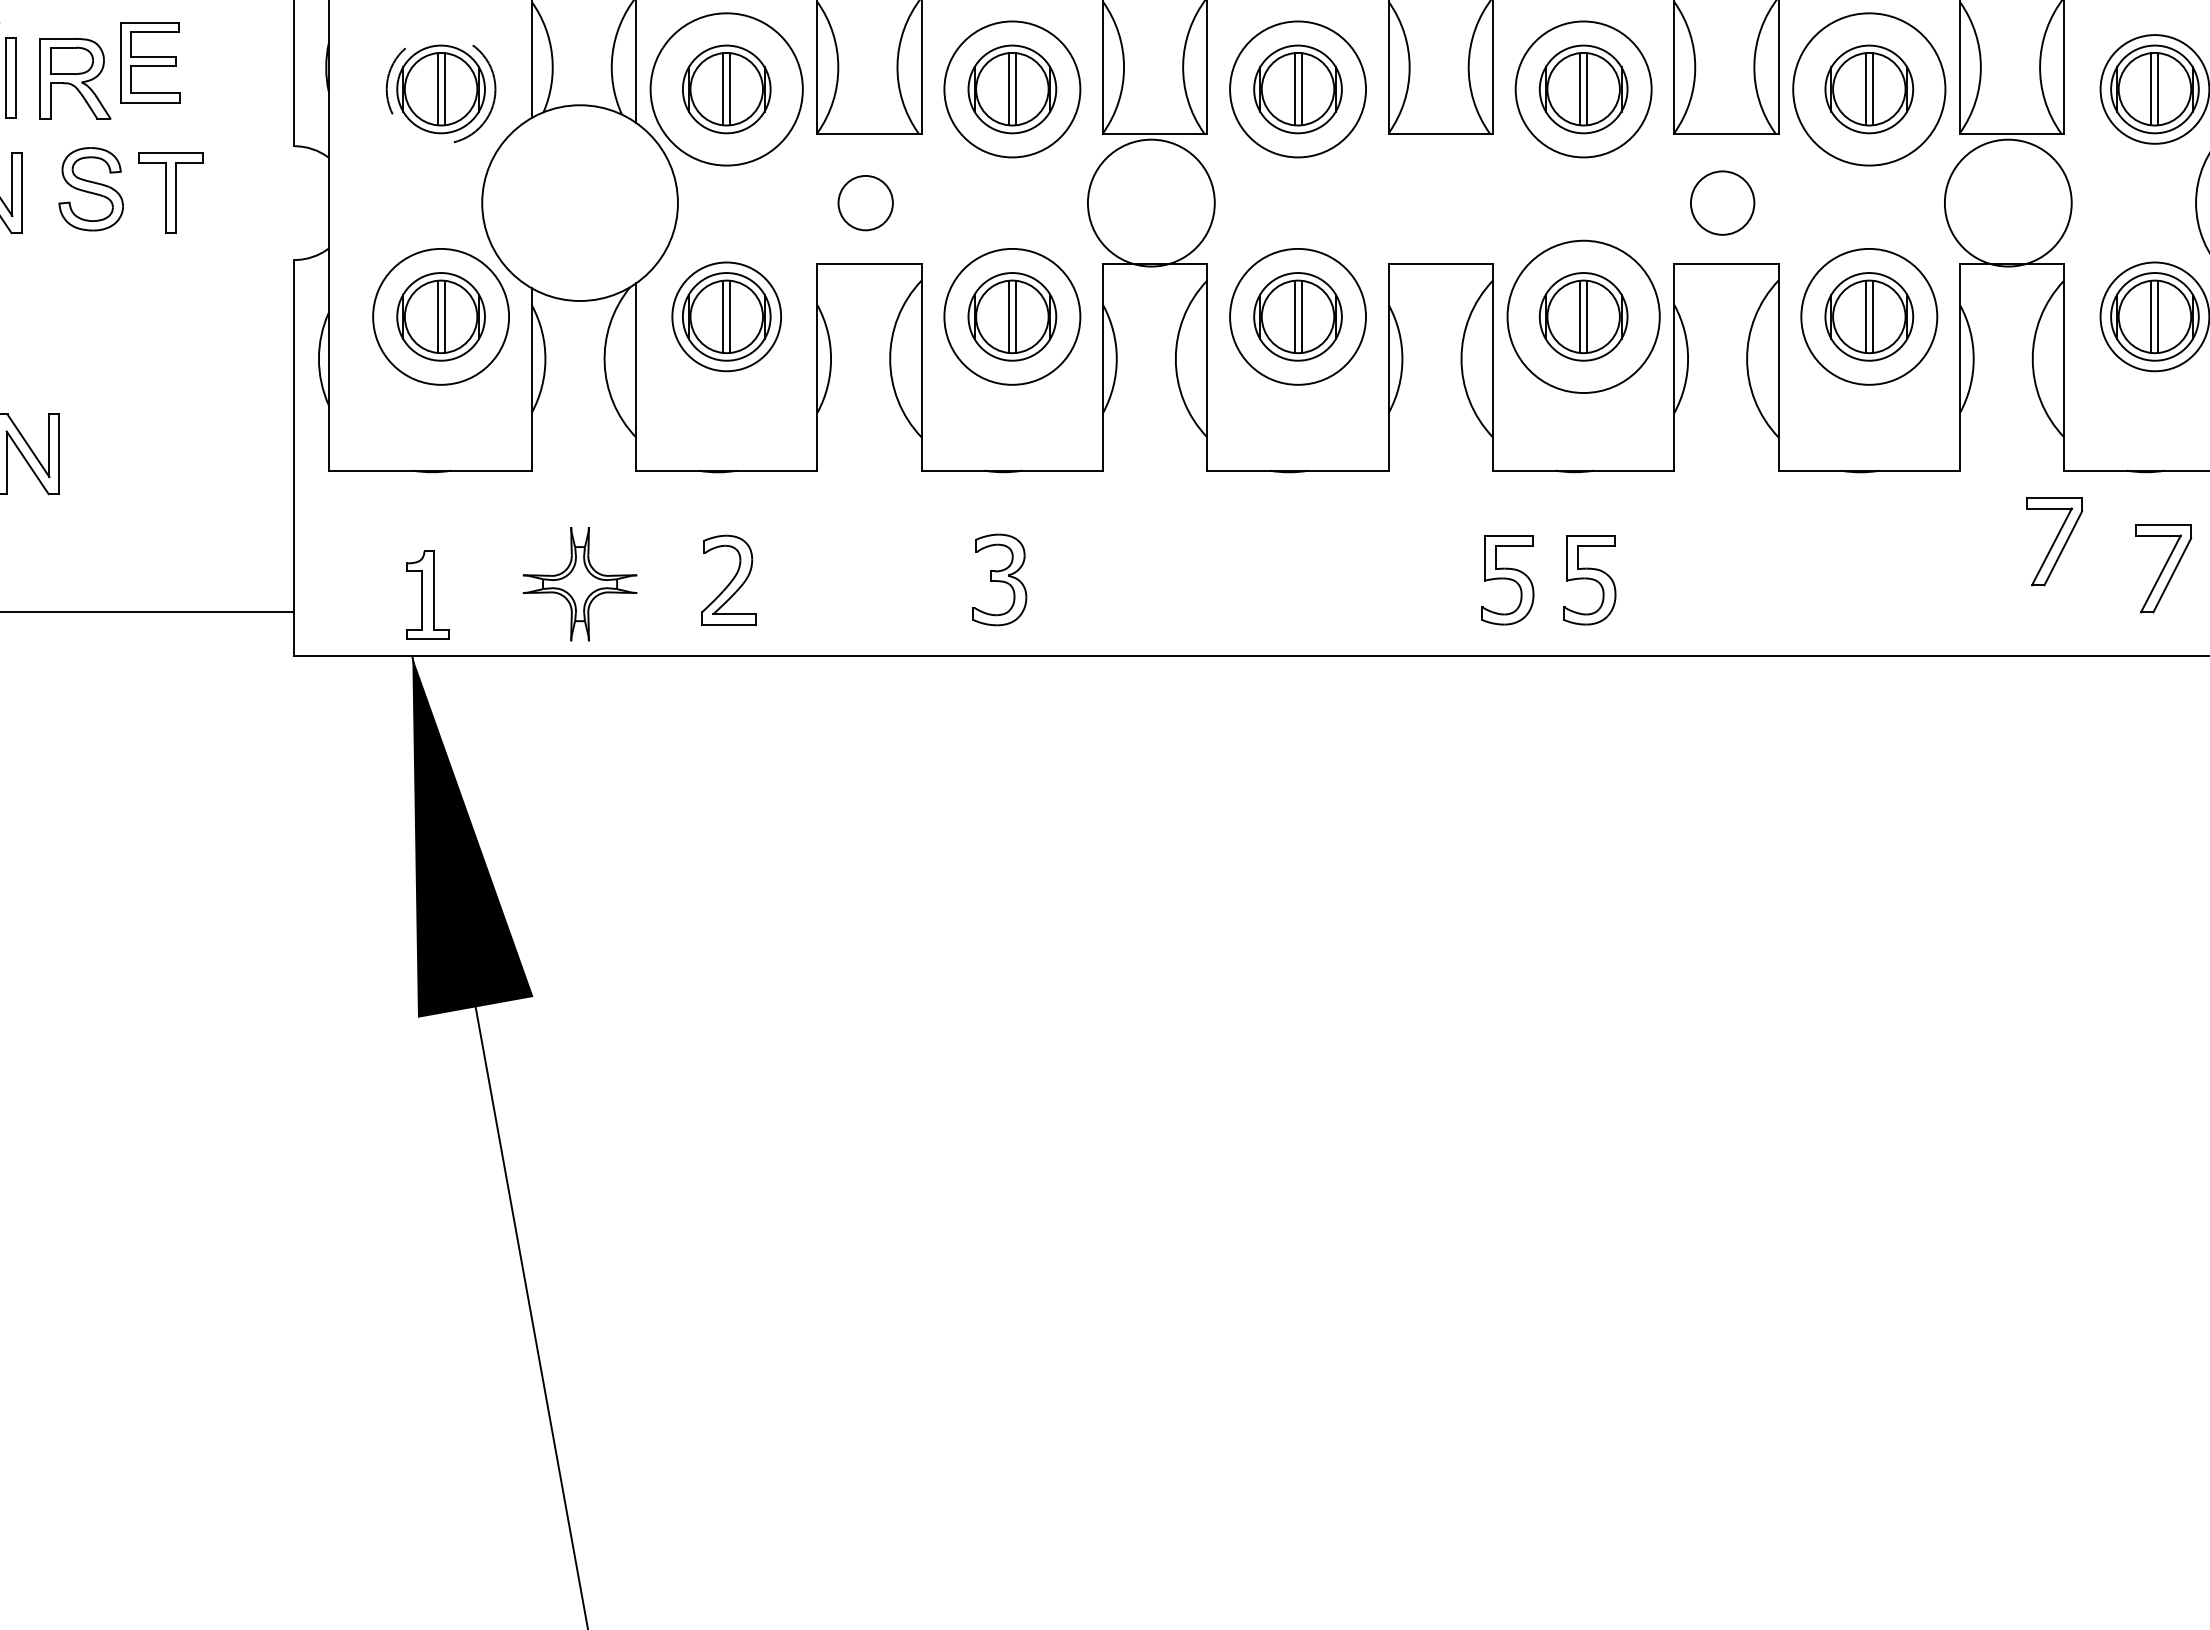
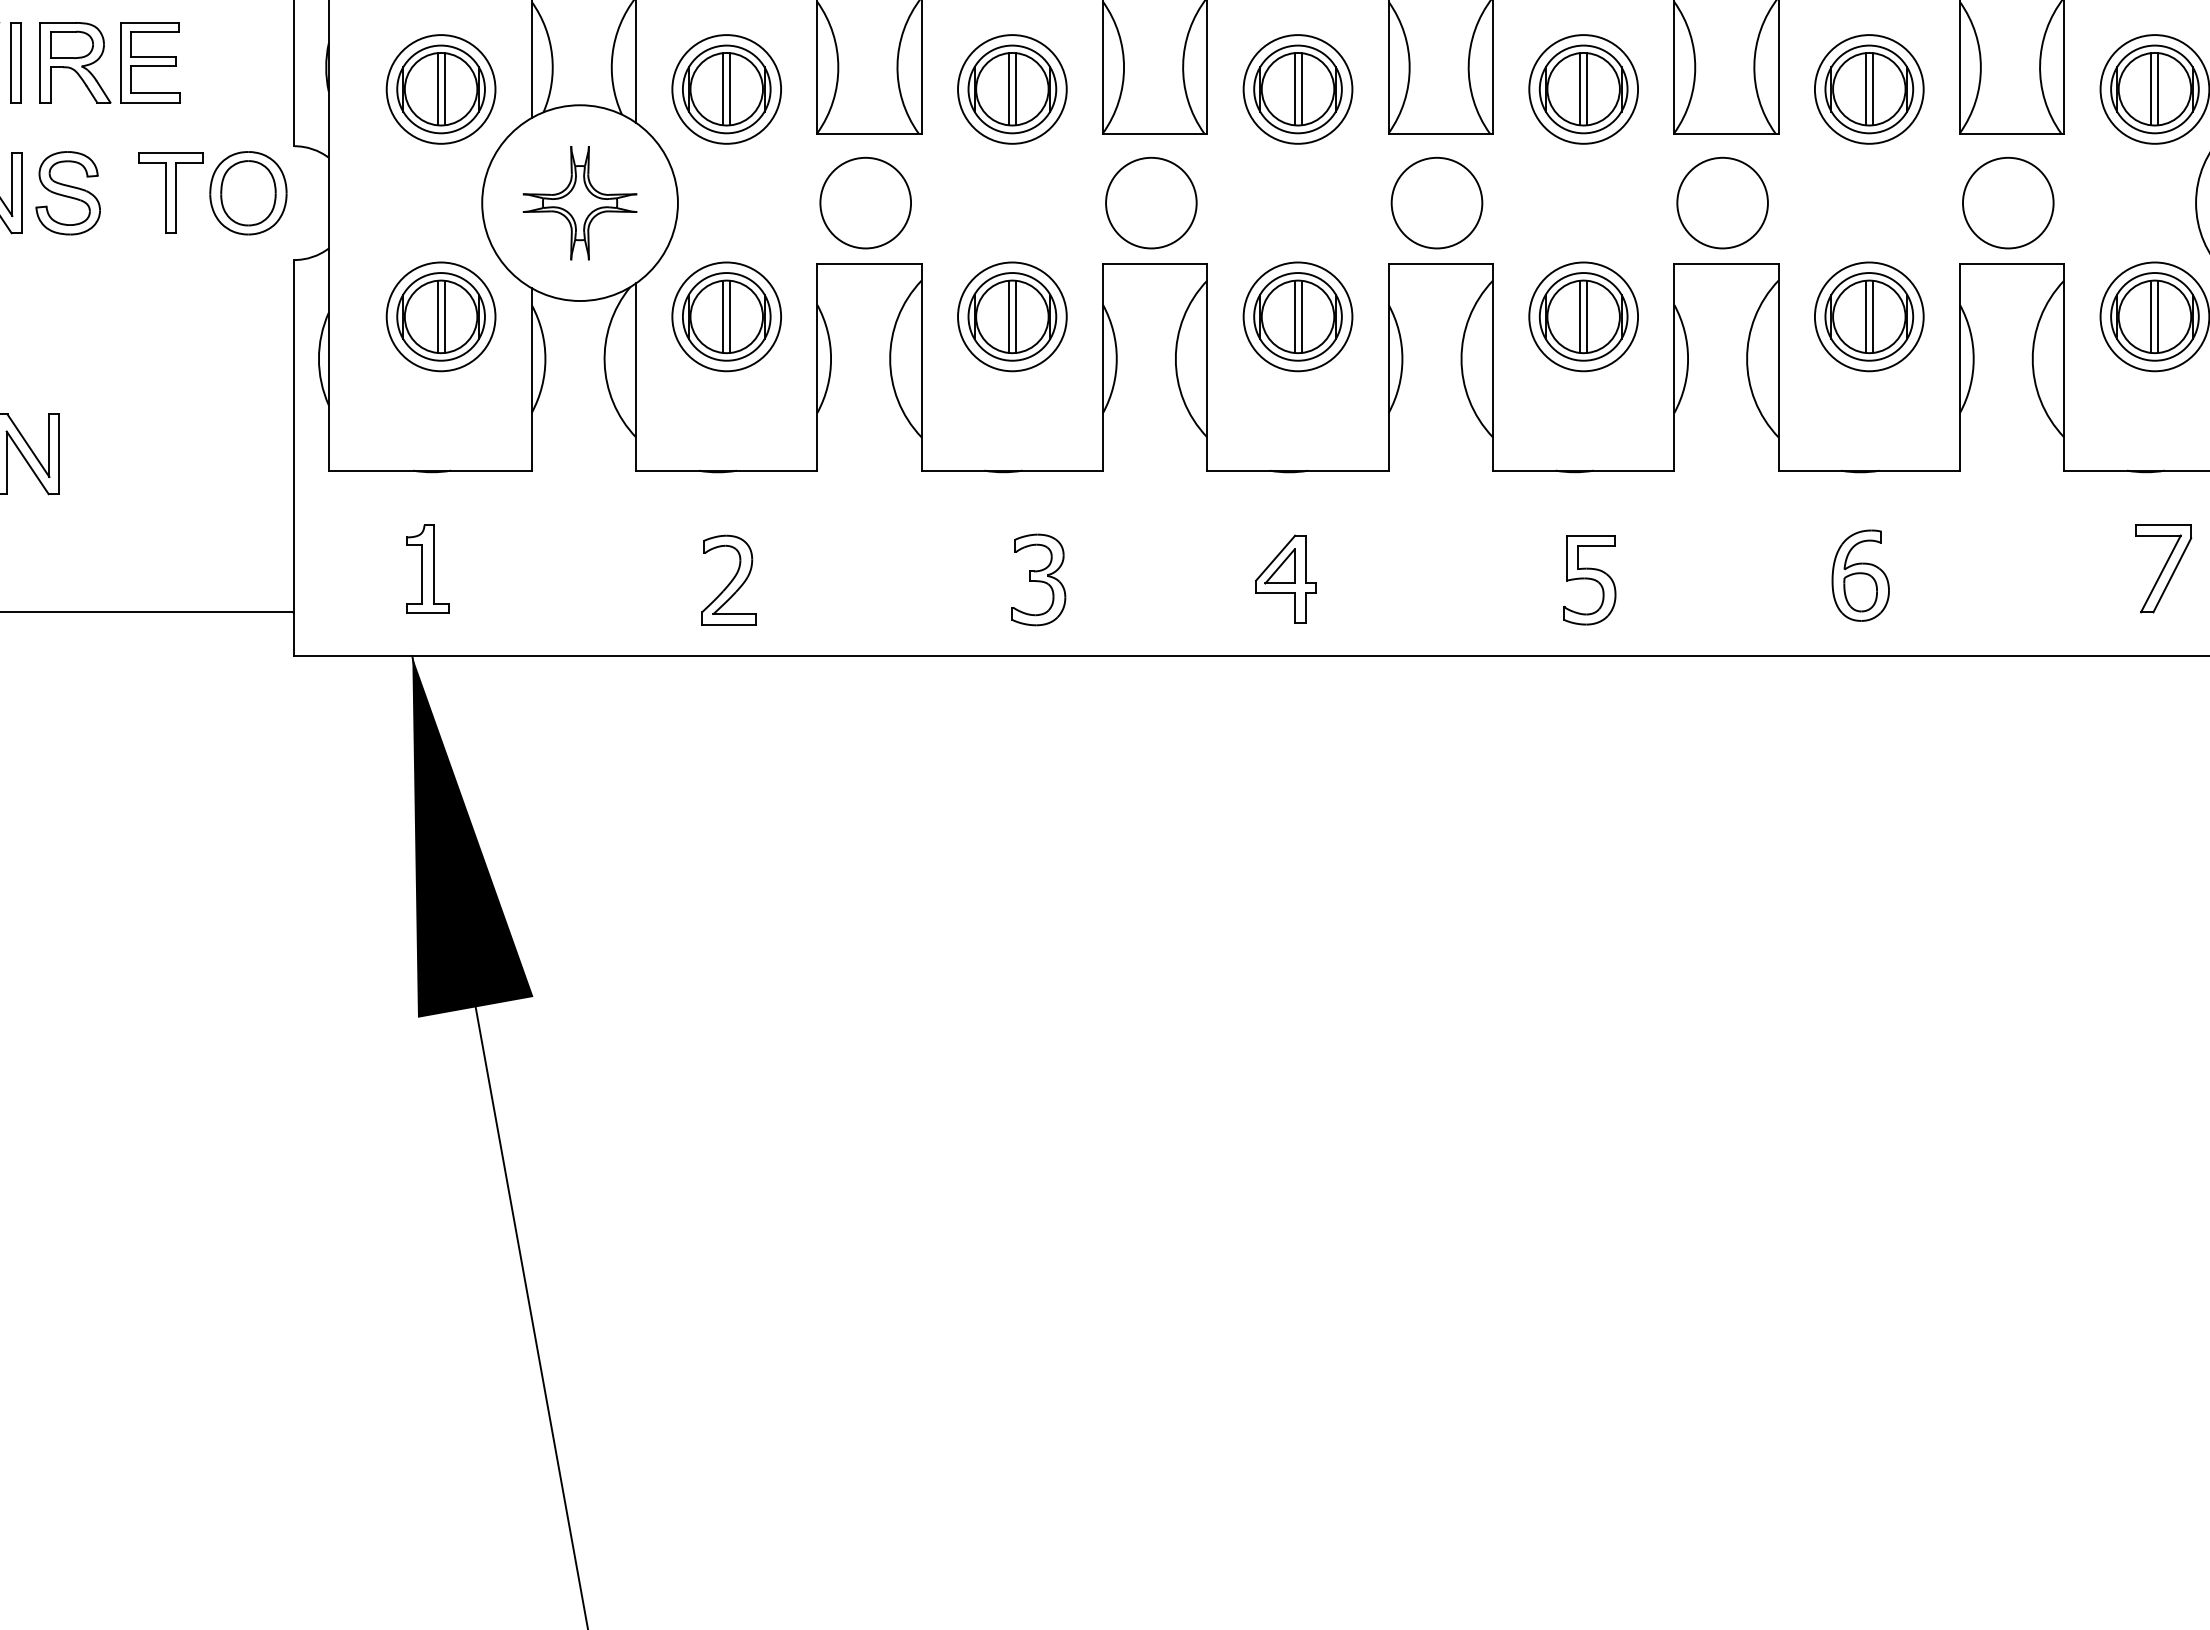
part at (10, 77) position: (10, 77) -> (15, 62)
part at (75, 78) position: (75, 78) -> (75, 62)
circle at (440, 89): dashed -> solid
circle at (726, 89) diameter: 152 px -> 109 px
circle at (1012, 89) diameter: 136 px -> 109 px
circle at (1298, 89) diameter: 136 px -> 109 px
circle at (1583, 89) diameter: 136 px -> 109 px
circle at (1869, 89) diameter: 152 px -> 109 px
part at (90, 189) position: (90, 189) -> (67, 193)
part at (248, 193): none -> present
circle at (865, 202) diameter: 54 px -> 91 px
circle at (1150, 202) diameter: 127 px -> 91 px
circle at (1436, 202): none -> present
circle at (1722, 202) diameter: 63 px -> 91 px
circle at (2007, 202) diameter: 127 px -> 91 px
circle at (441, 316) diameter: 136 px -> 109 px
circle at (1012, 316) diameter: 136 px -> 109 px
circle at (1298, 316) diameter: 136 px -> 109 px
circle at (1583, 316) diameter: 152 px -> 109 px
circle at (1869, 316) diameter: 136 px -> 109 px
part at (2054, 541): present -> none
part at (1860, 575): none -> present
part at (1285, 578): none -> present
part at (999, 579) position: (999, 579) -> (1038, 579)
part at (1507, 580): present -> none
part at (579, 584) position: (579, 584) -> (579, 203)
part at (427, 594) position: (427, 594) -> (427, 568)
